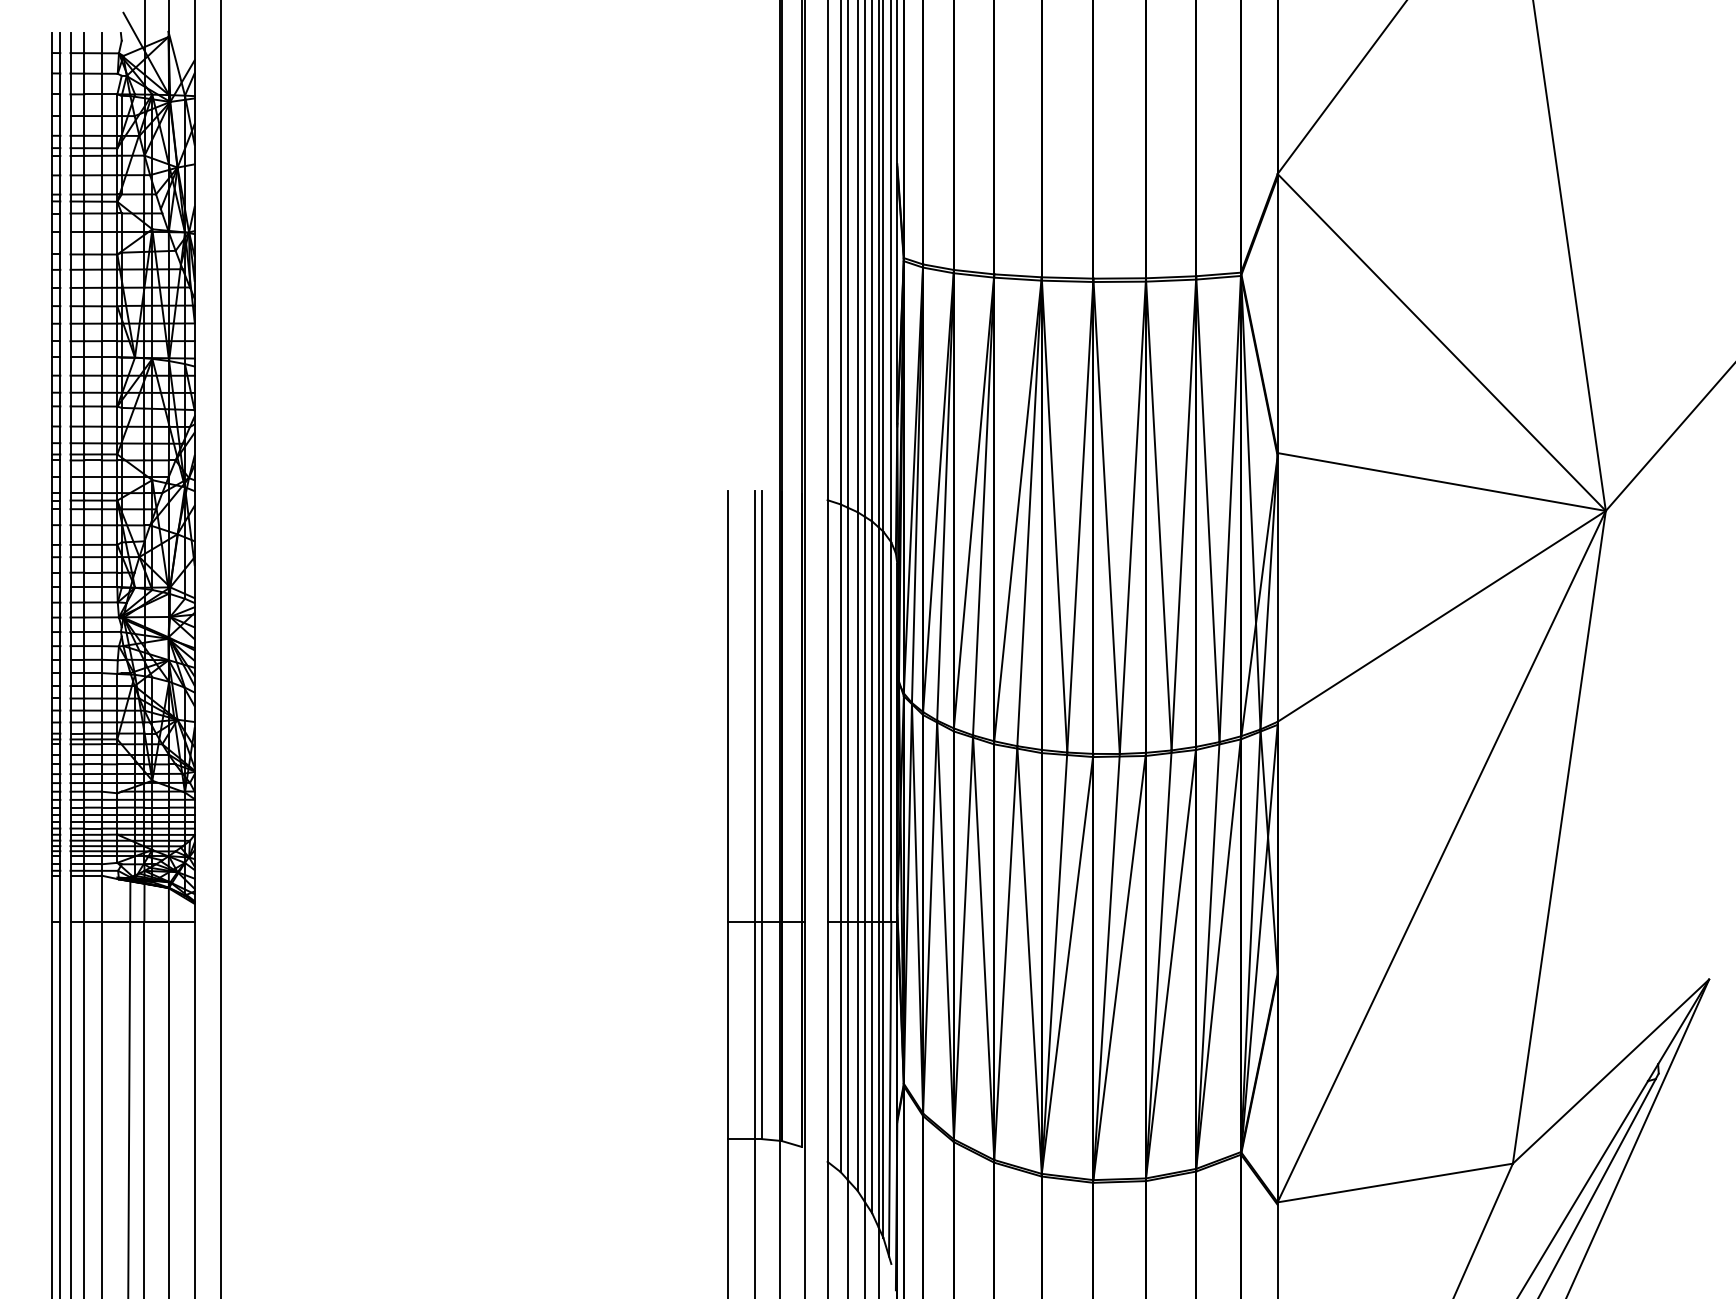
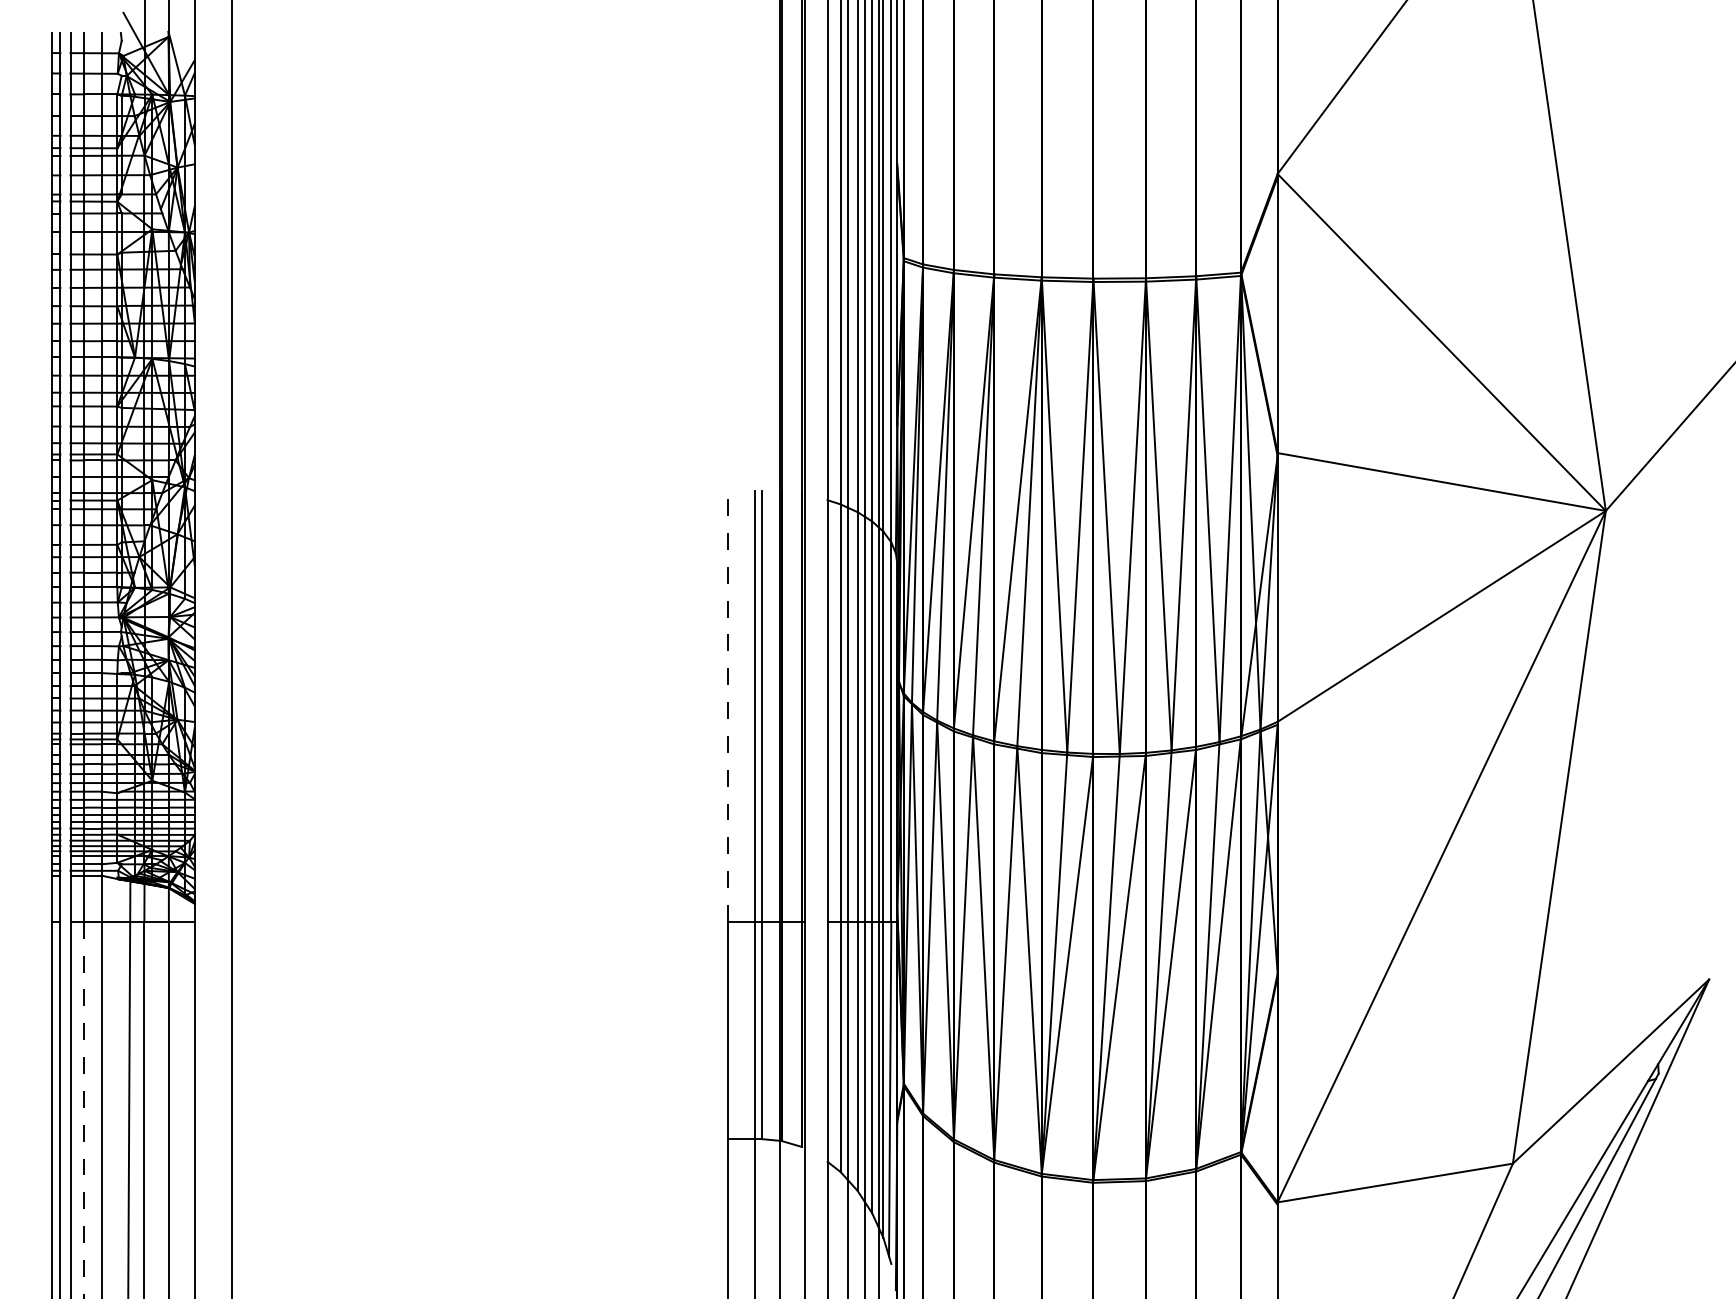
line at (221, 648) position: (221, 648) -> (232, 648)
line at (728, 706): solid -> dashed
line at (84, 1110): solid -> dashed
